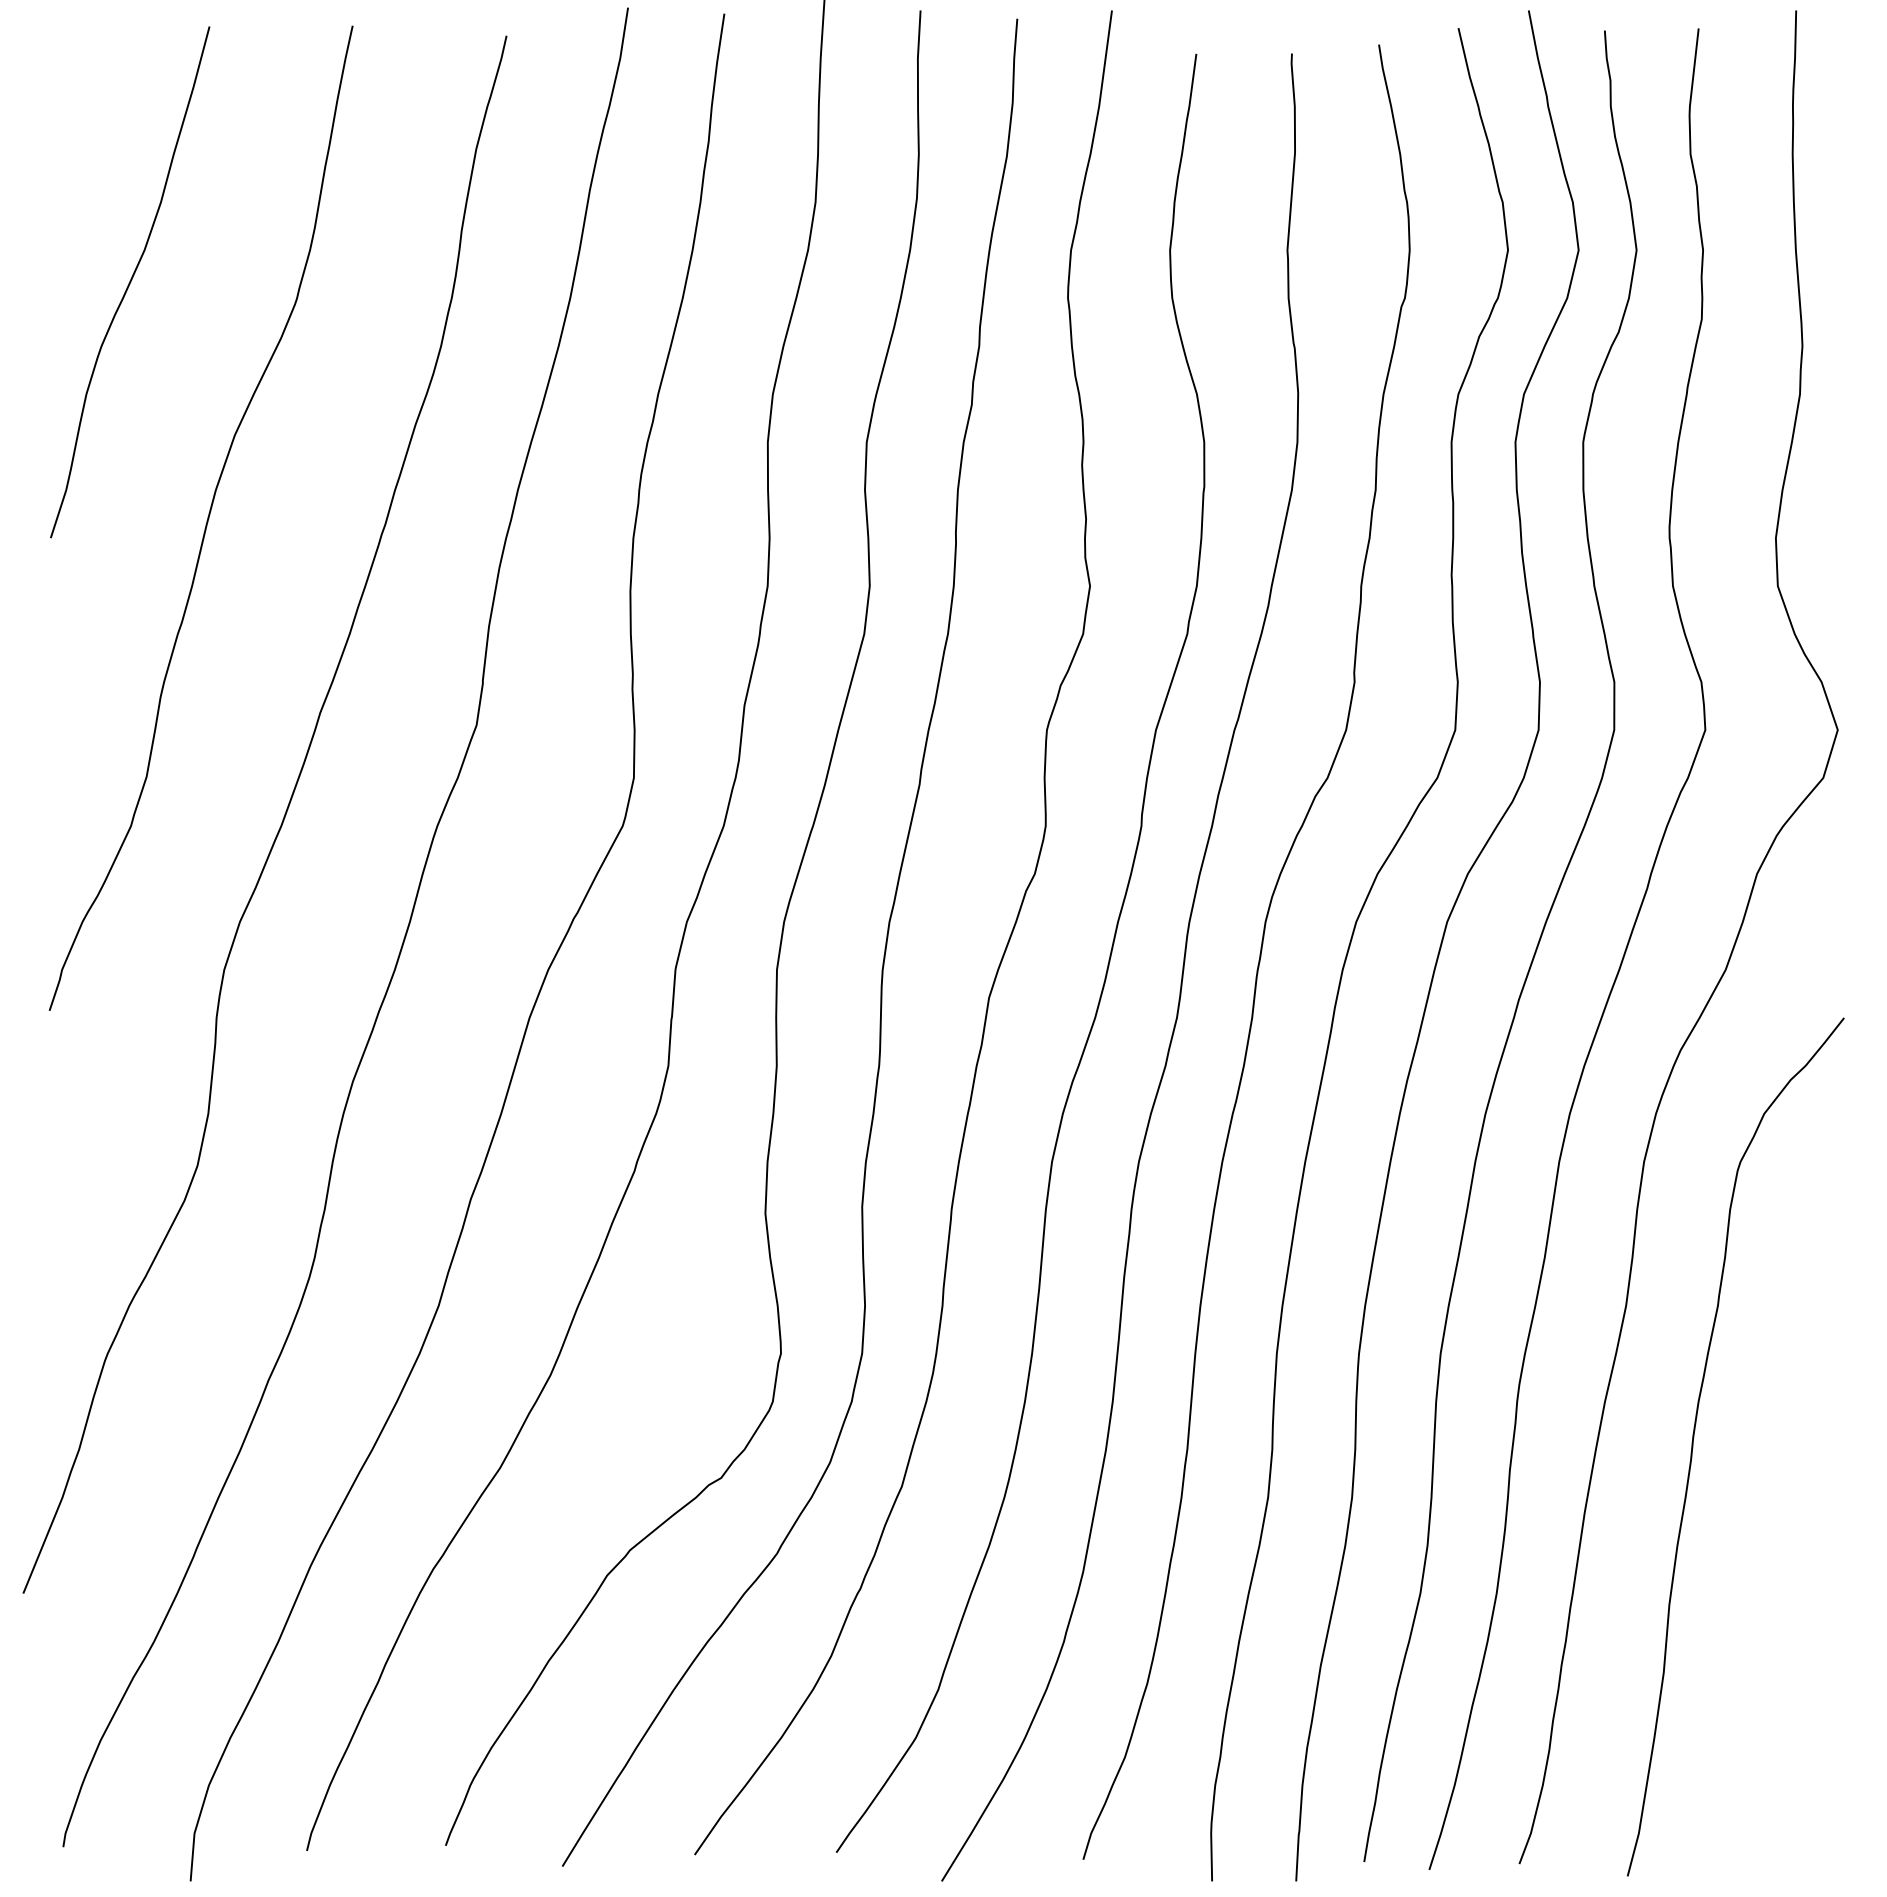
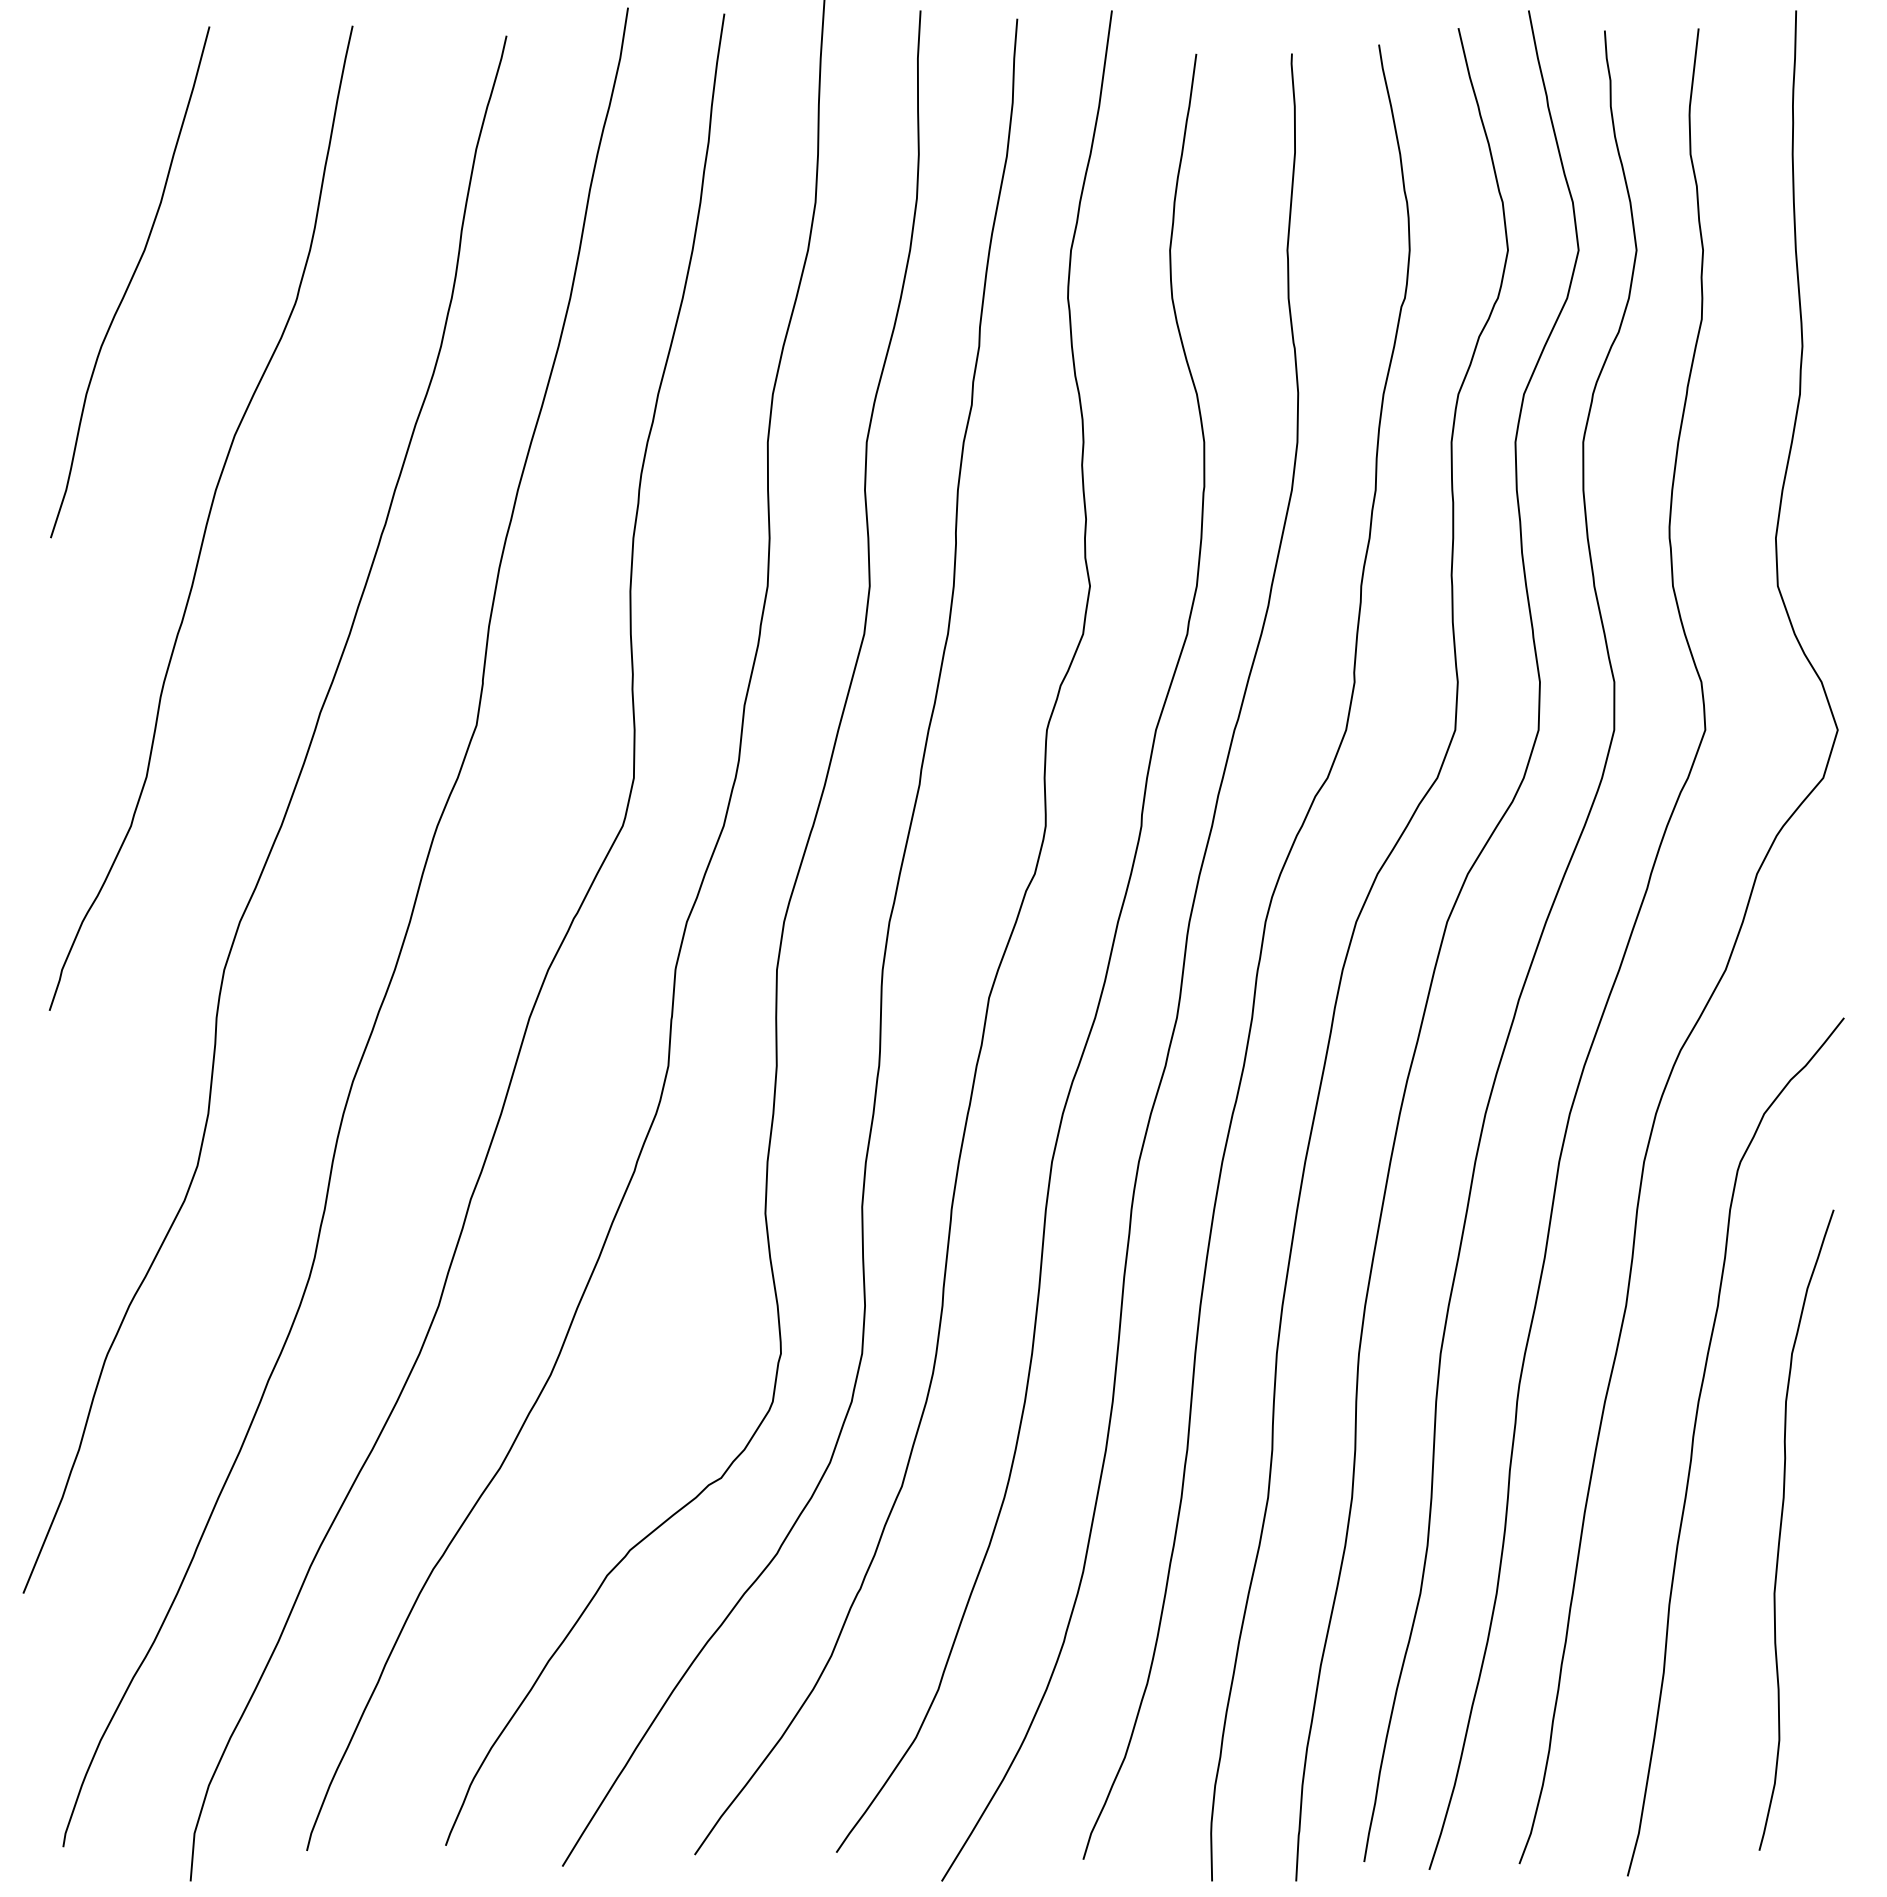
curve at (1781, 1529): none -> present
